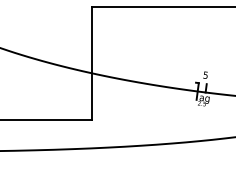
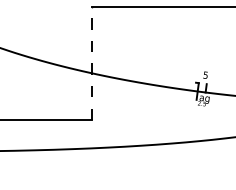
line at (91, 62): solid -> dashed
